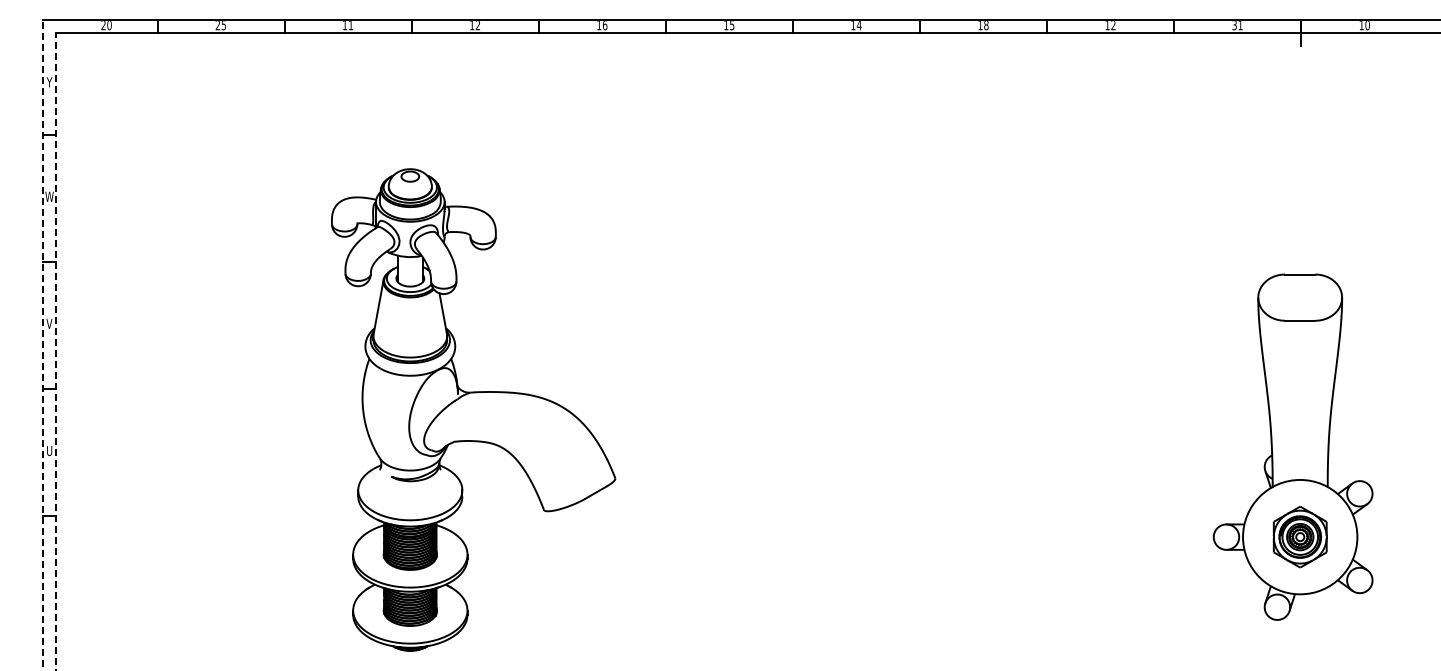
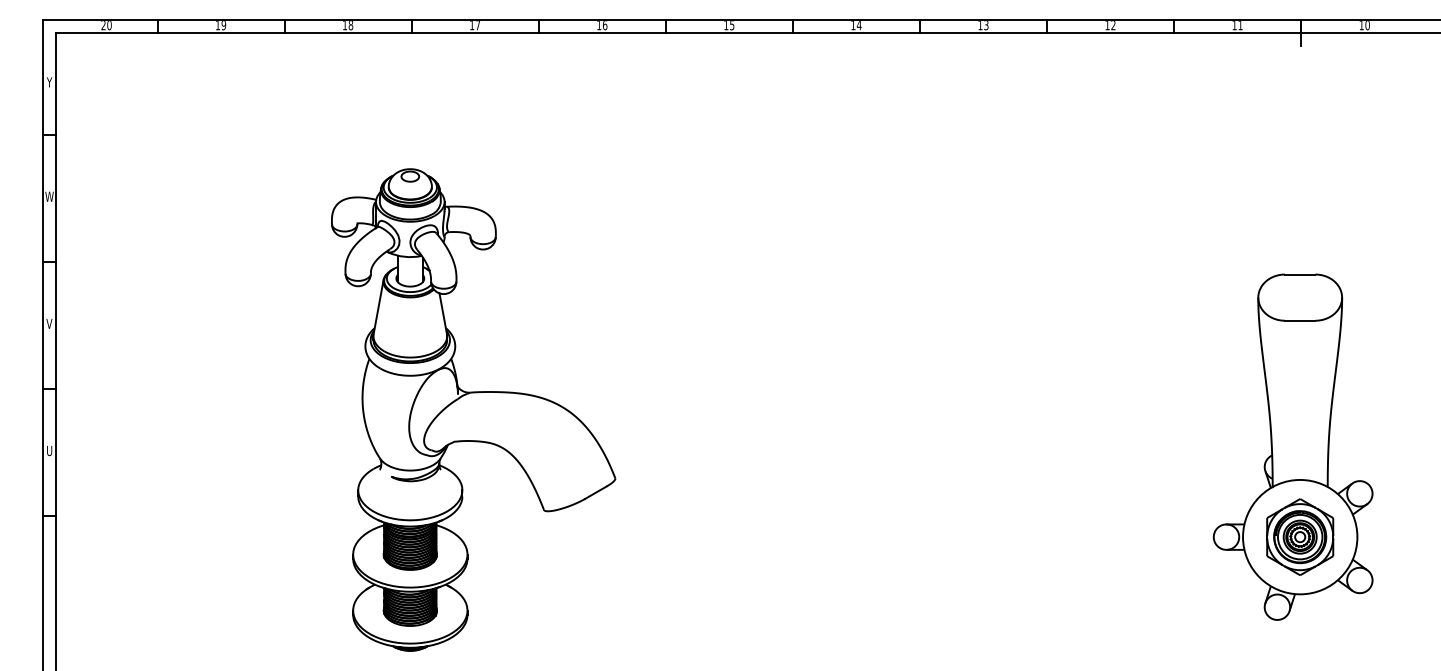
text at (220, 25): 25 -> 19
text at (350, 25): 11 -> 18
text at (477, 25): 12 -> 17
text at (986, 25): 18 -> 13
text at (1234, 25): 31 -> 11
line at (43, 345): dashed -> solid
line at (55, 352): dashed -> solid
part at (1299, 537) size: 56x63 px -> 69x78 px
